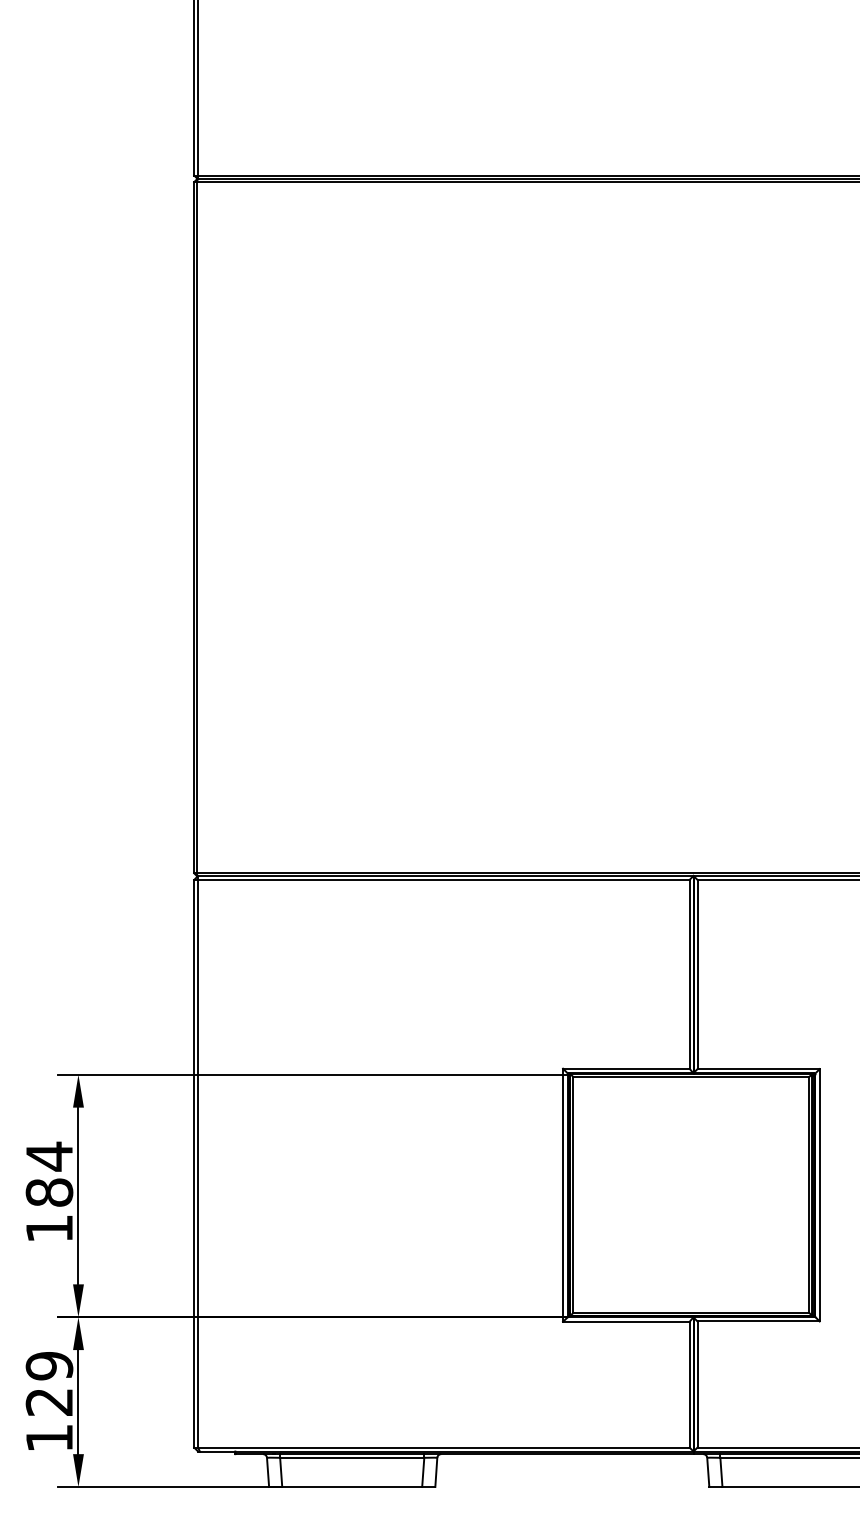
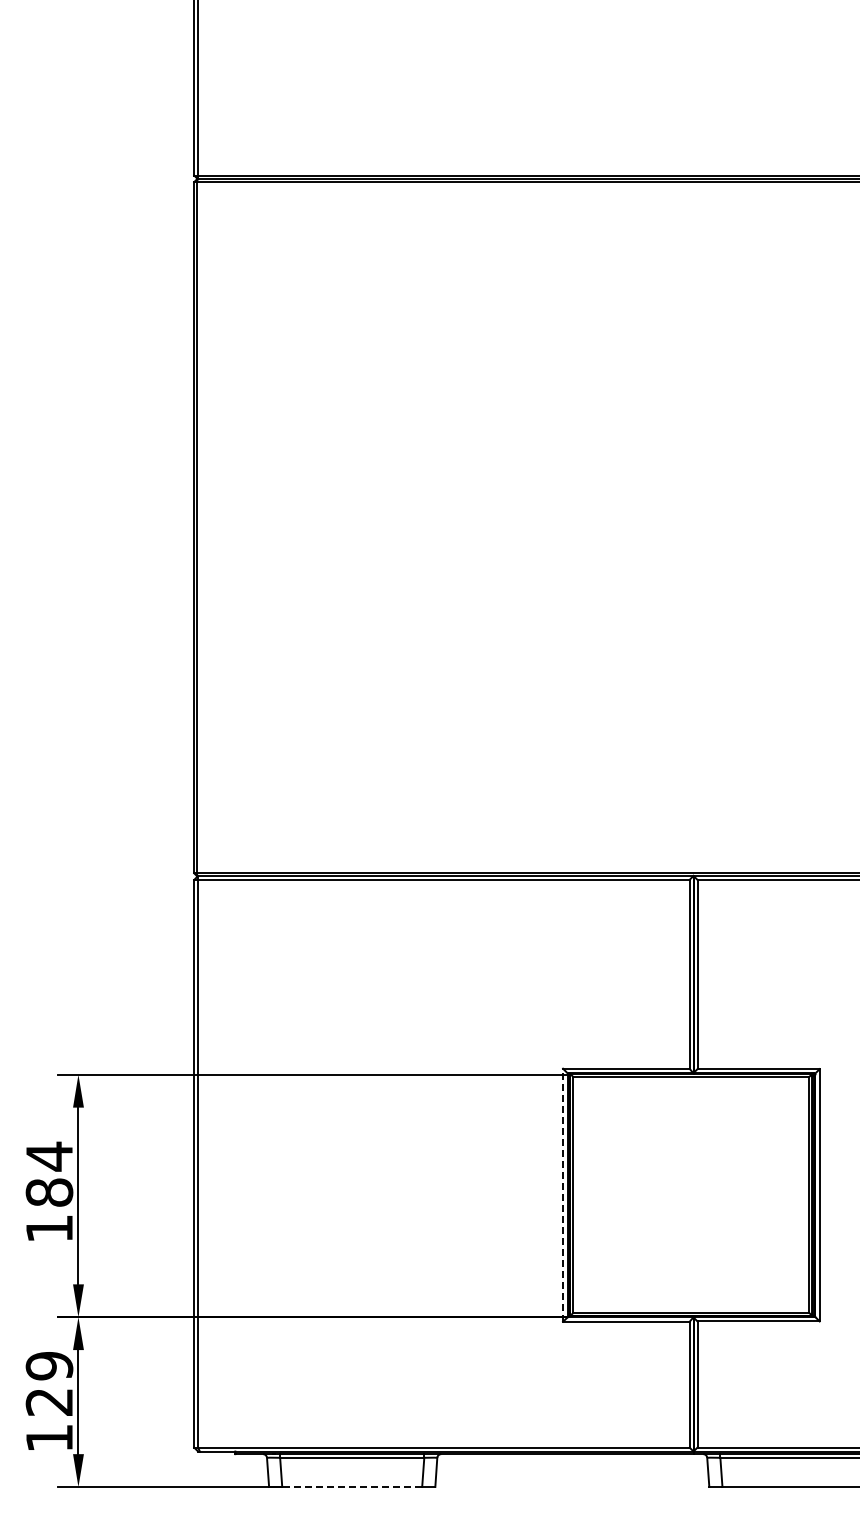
line at (563, 1195): solid -> dashed
line at (352, 1487): solid -> dashed
